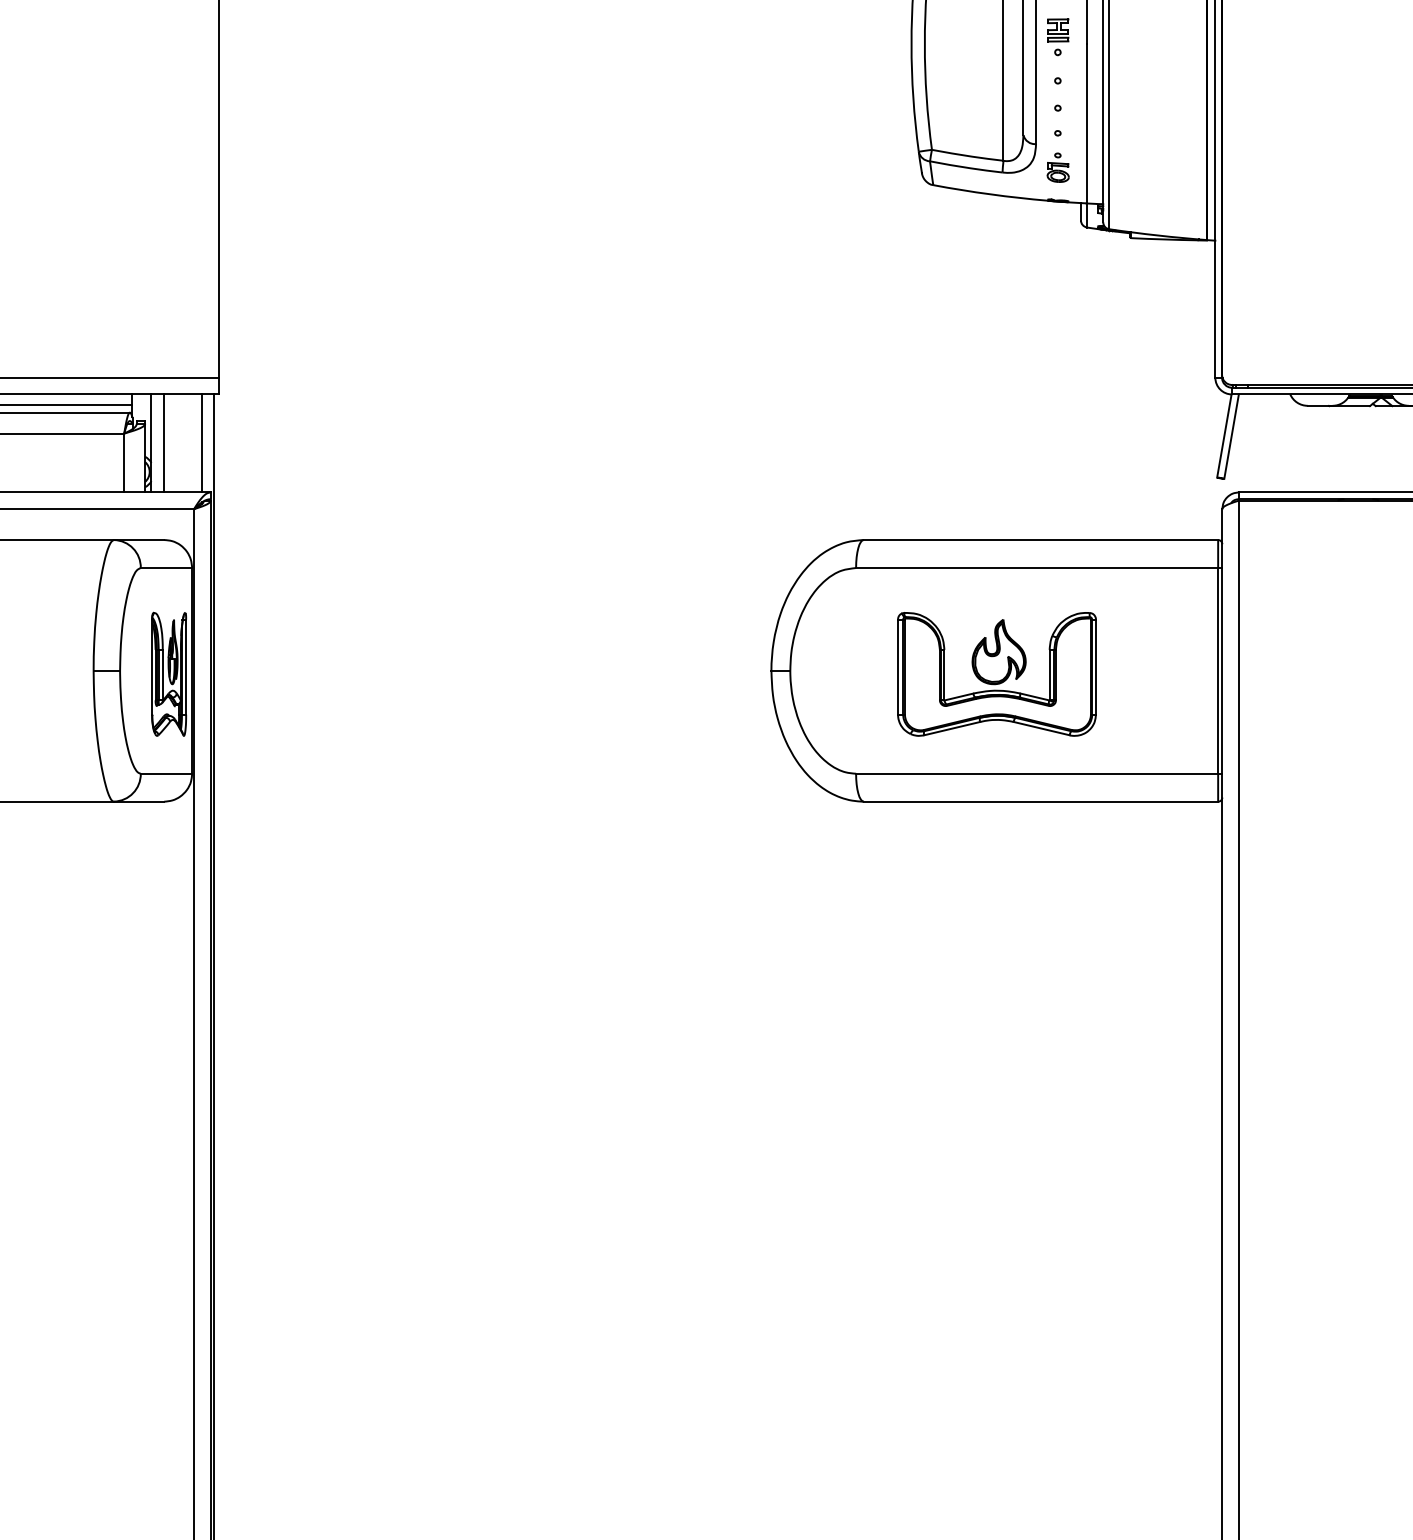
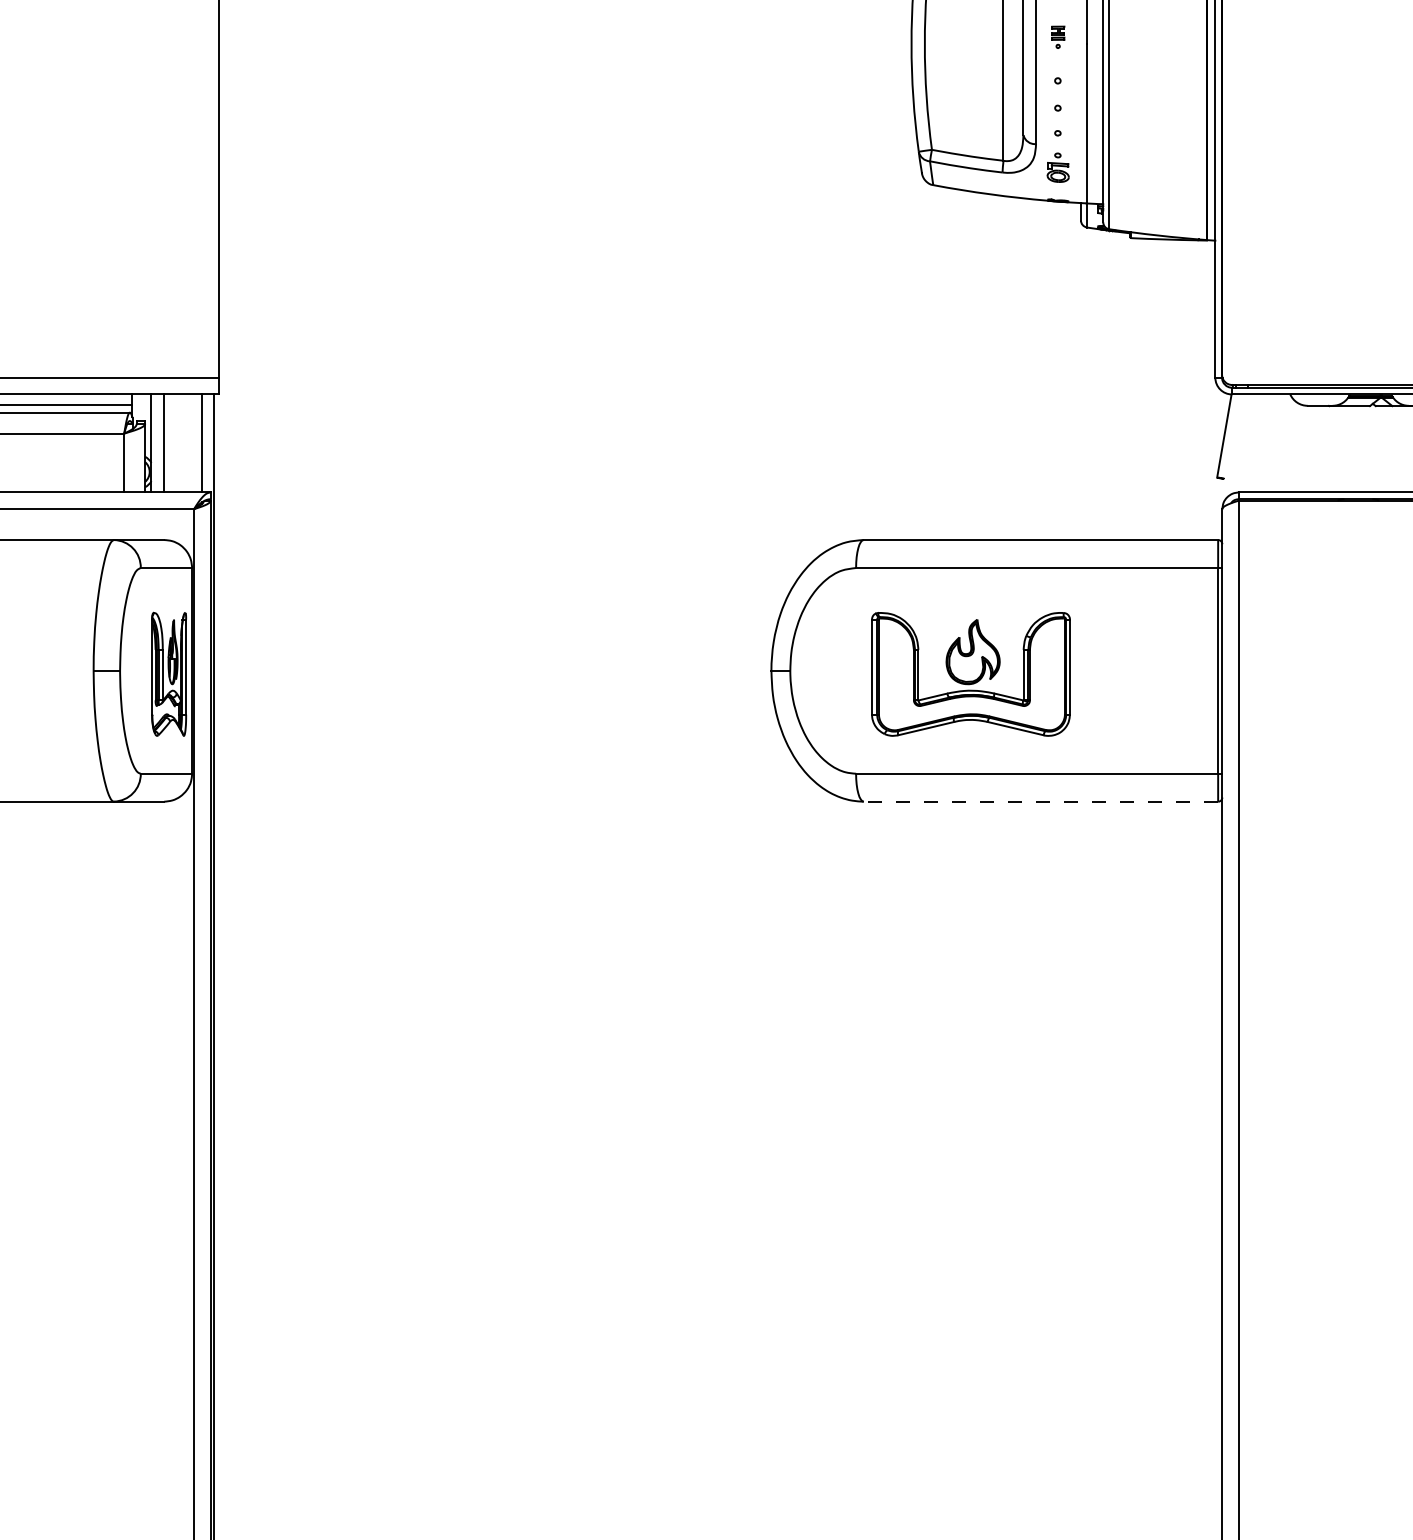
part at (1058, 37) size: 23x39 px -> 15x24 px
line at (1231, 436): present -> none
part at (996, 674) position: (996, 674) -> (970, 674)
line at (1040, 801): solid -> dashed
